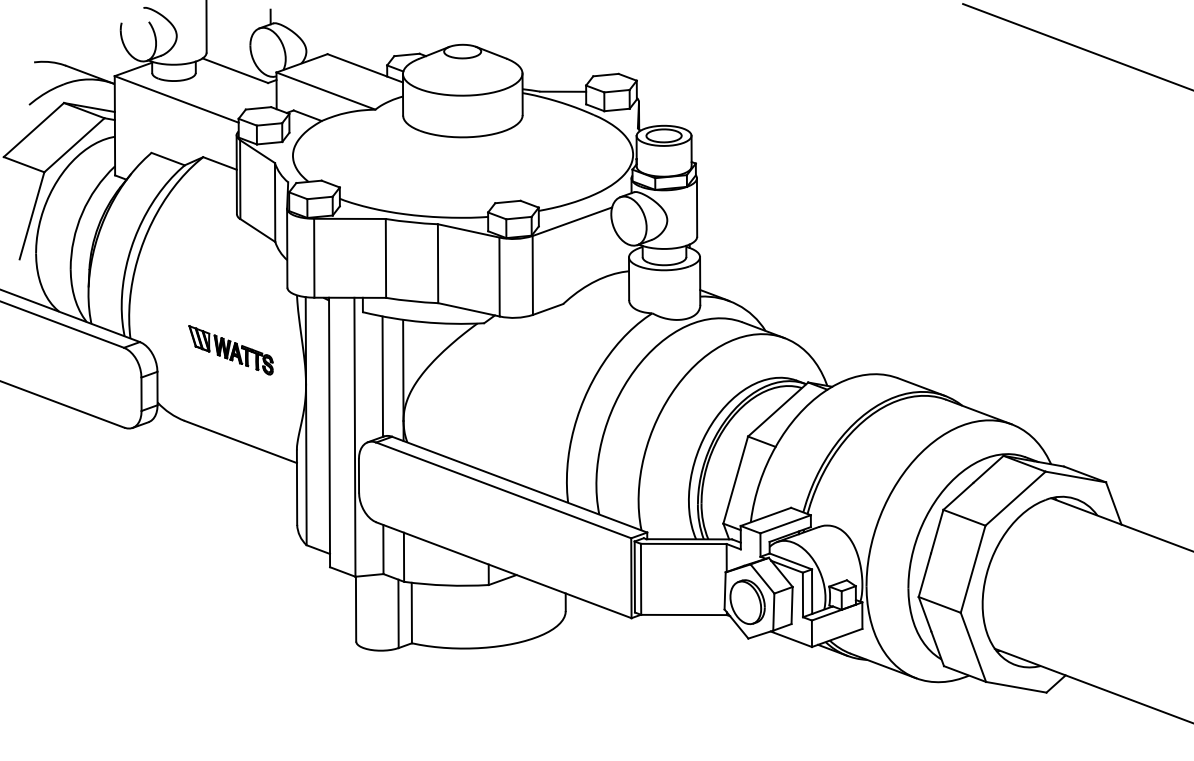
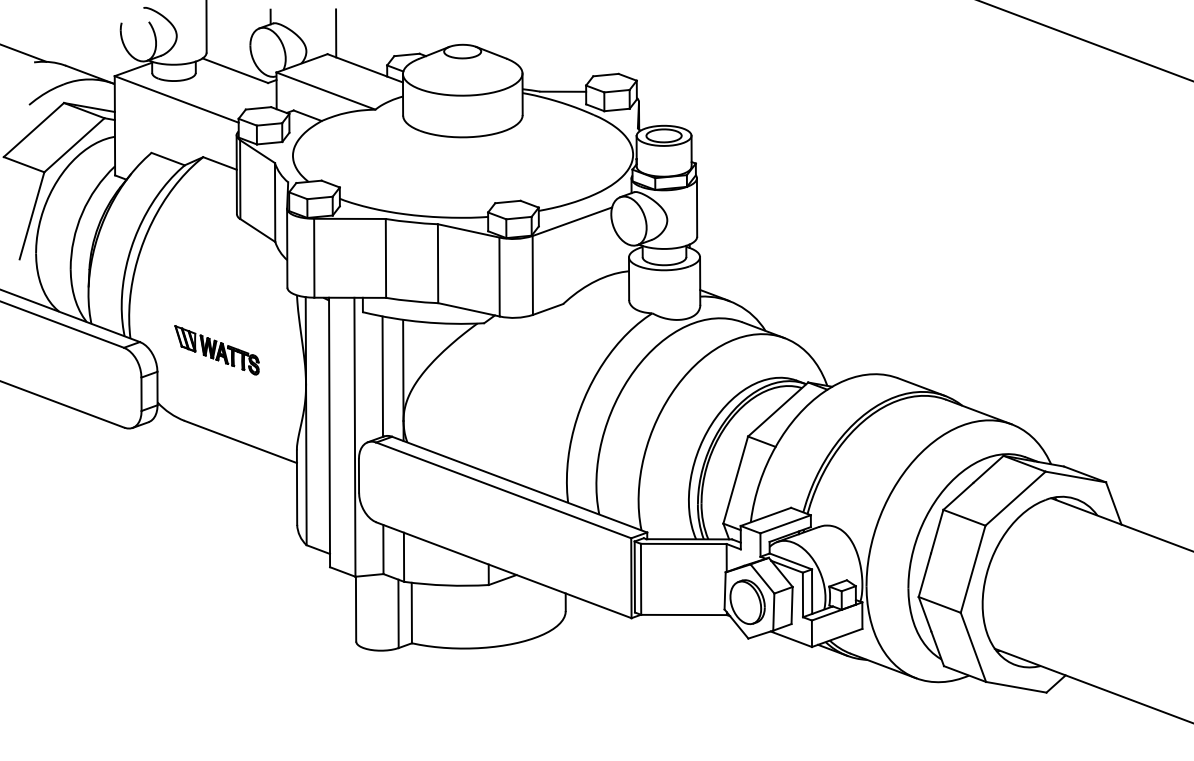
line at (336, 33): none -> present
line at (1076, 46) position: (1076, 46) -> (1086, 41)
line at (24, 53): none -> present
part at (230, 350) position: (230, 350) -> (216, 350)
